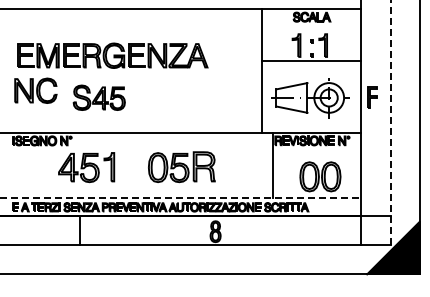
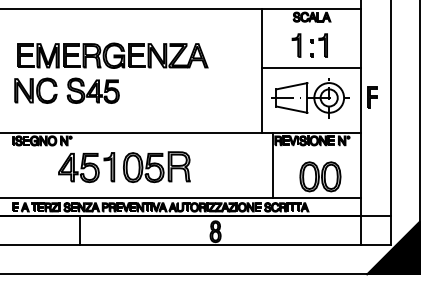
line at (311, 60) position: (311, 60) -> (311, 67)
part at (98, 97) position: (98, 97) -> (92, 90)
line at (390, 122): dashed -> solid
part at (181, 167) position: (181, 167) -> (156, 167)
line at (181, 198): dashed -> solid
